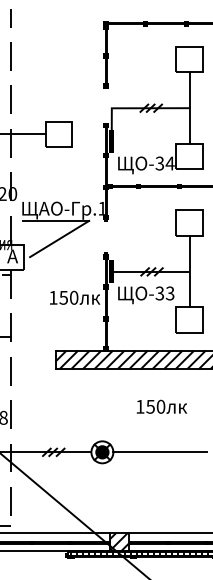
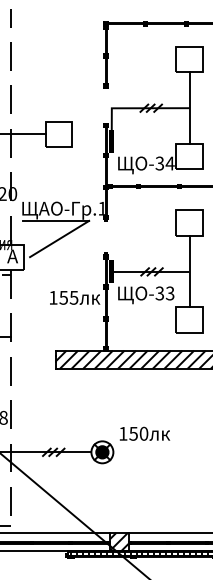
text at (73, 297): 150 -> 155
text at (162, 406) position: (162, 406) -> (145, 433)
line at (159, 452): present -> none
